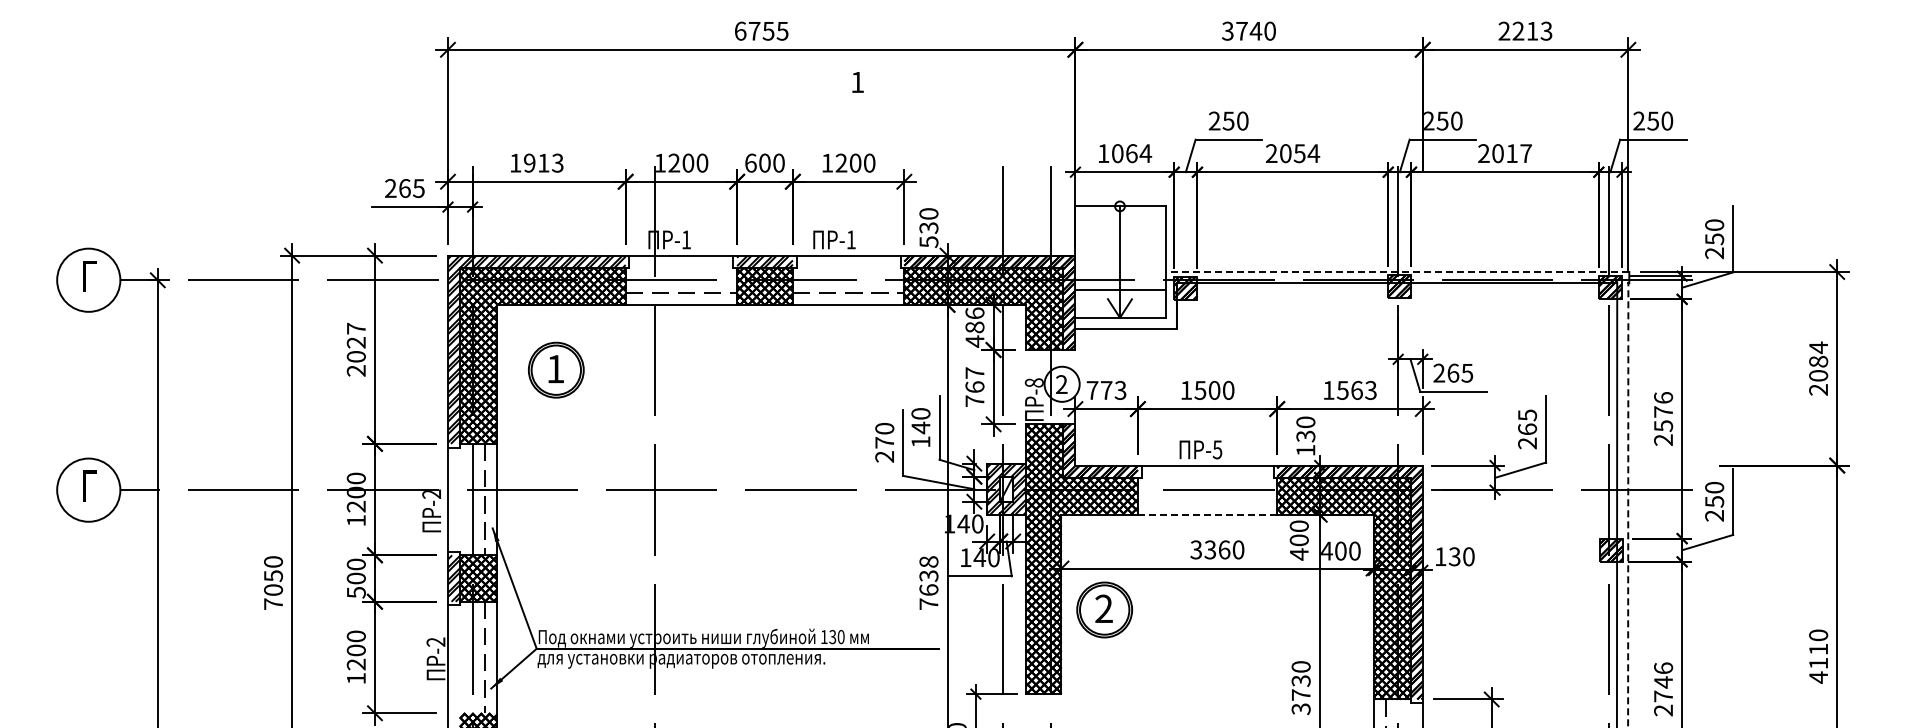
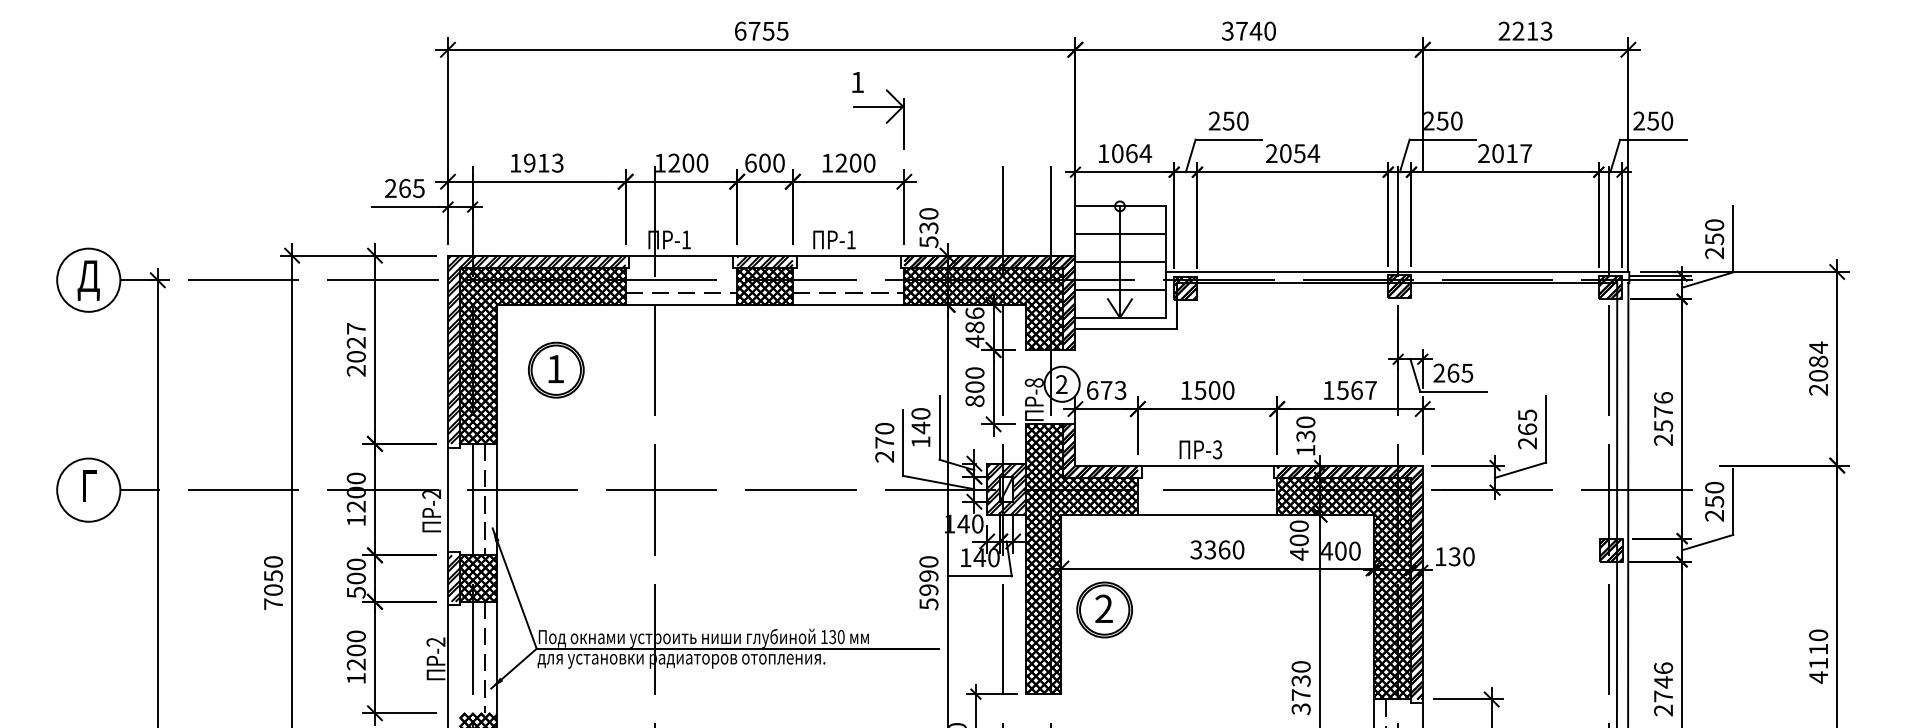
part at (885, 122): none -> present
line at (1120, 234): none -> present
line at (1120, 262): none -> present
line at (1397, 272): dashed -> solid
text at (88, 280): Г -> Д
text at (974, 386): 767 -> 800
text at (1092, 389): 773 -> 673
text at (1370, 389): 1563 -> 1567
text at (1217, 449): -5 -> -3
line at (1628, 504): dashed -> solid
line at (1207, 514): dashed -> solid
text at (928, 583): 7638 -> 5990
